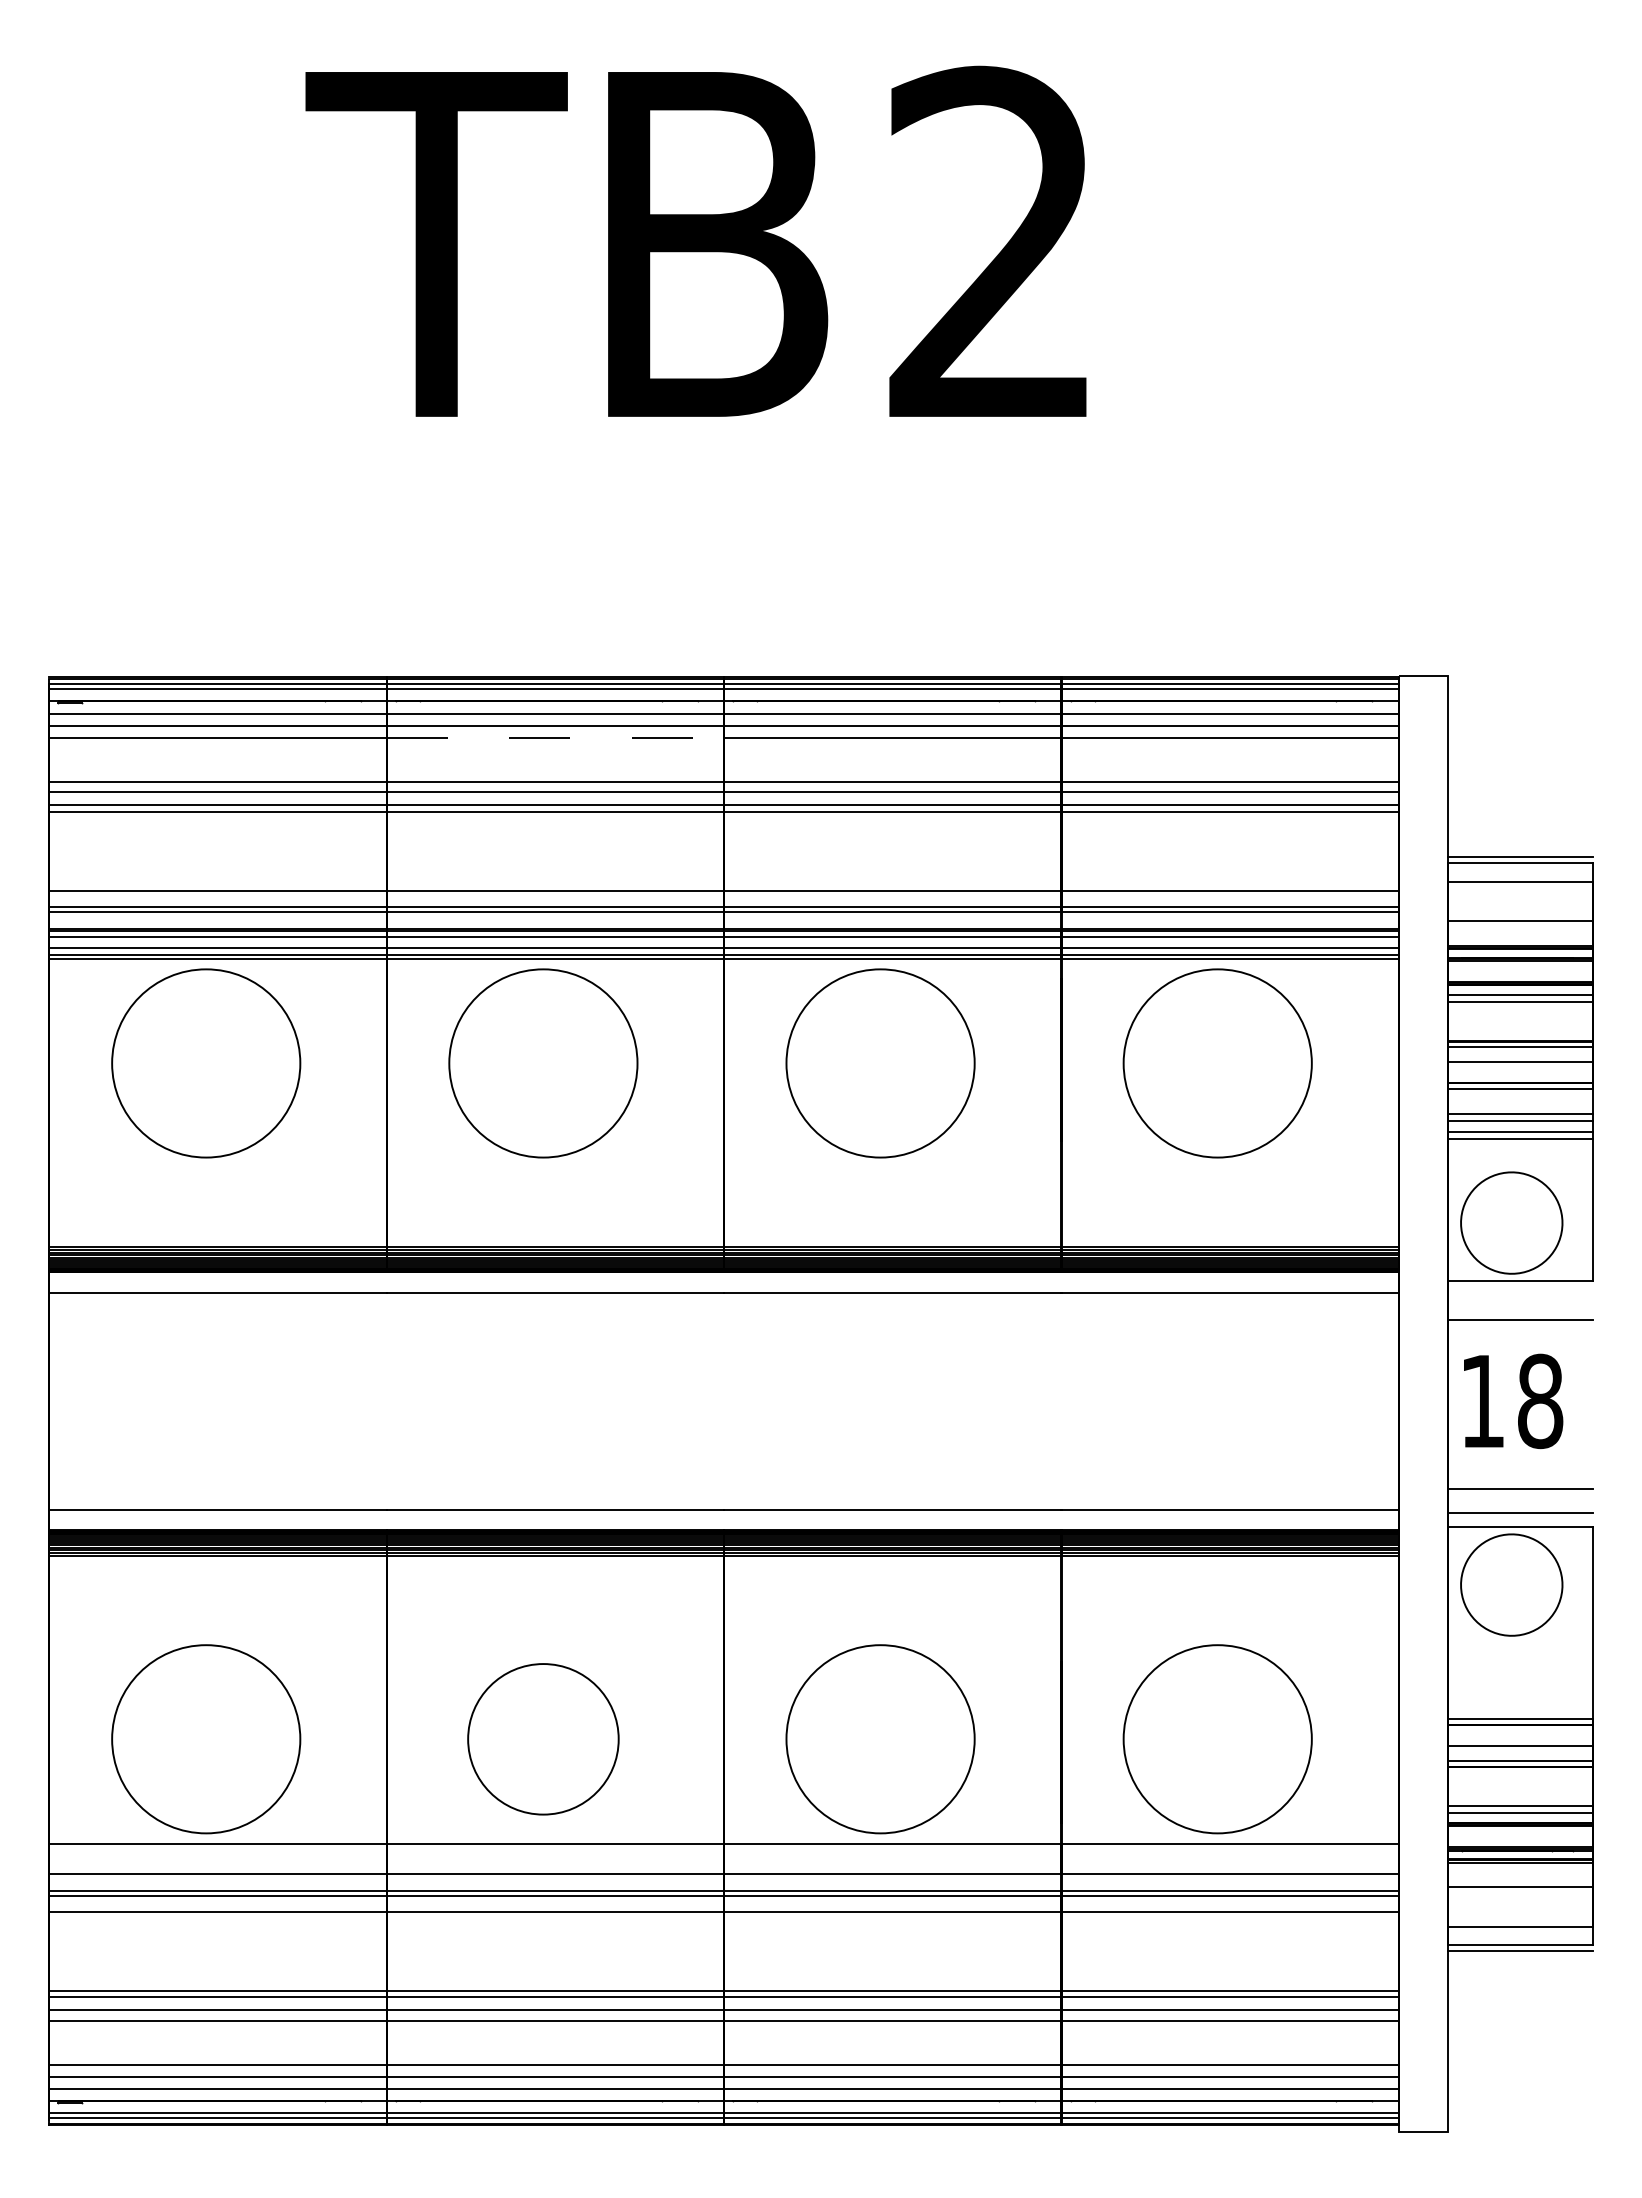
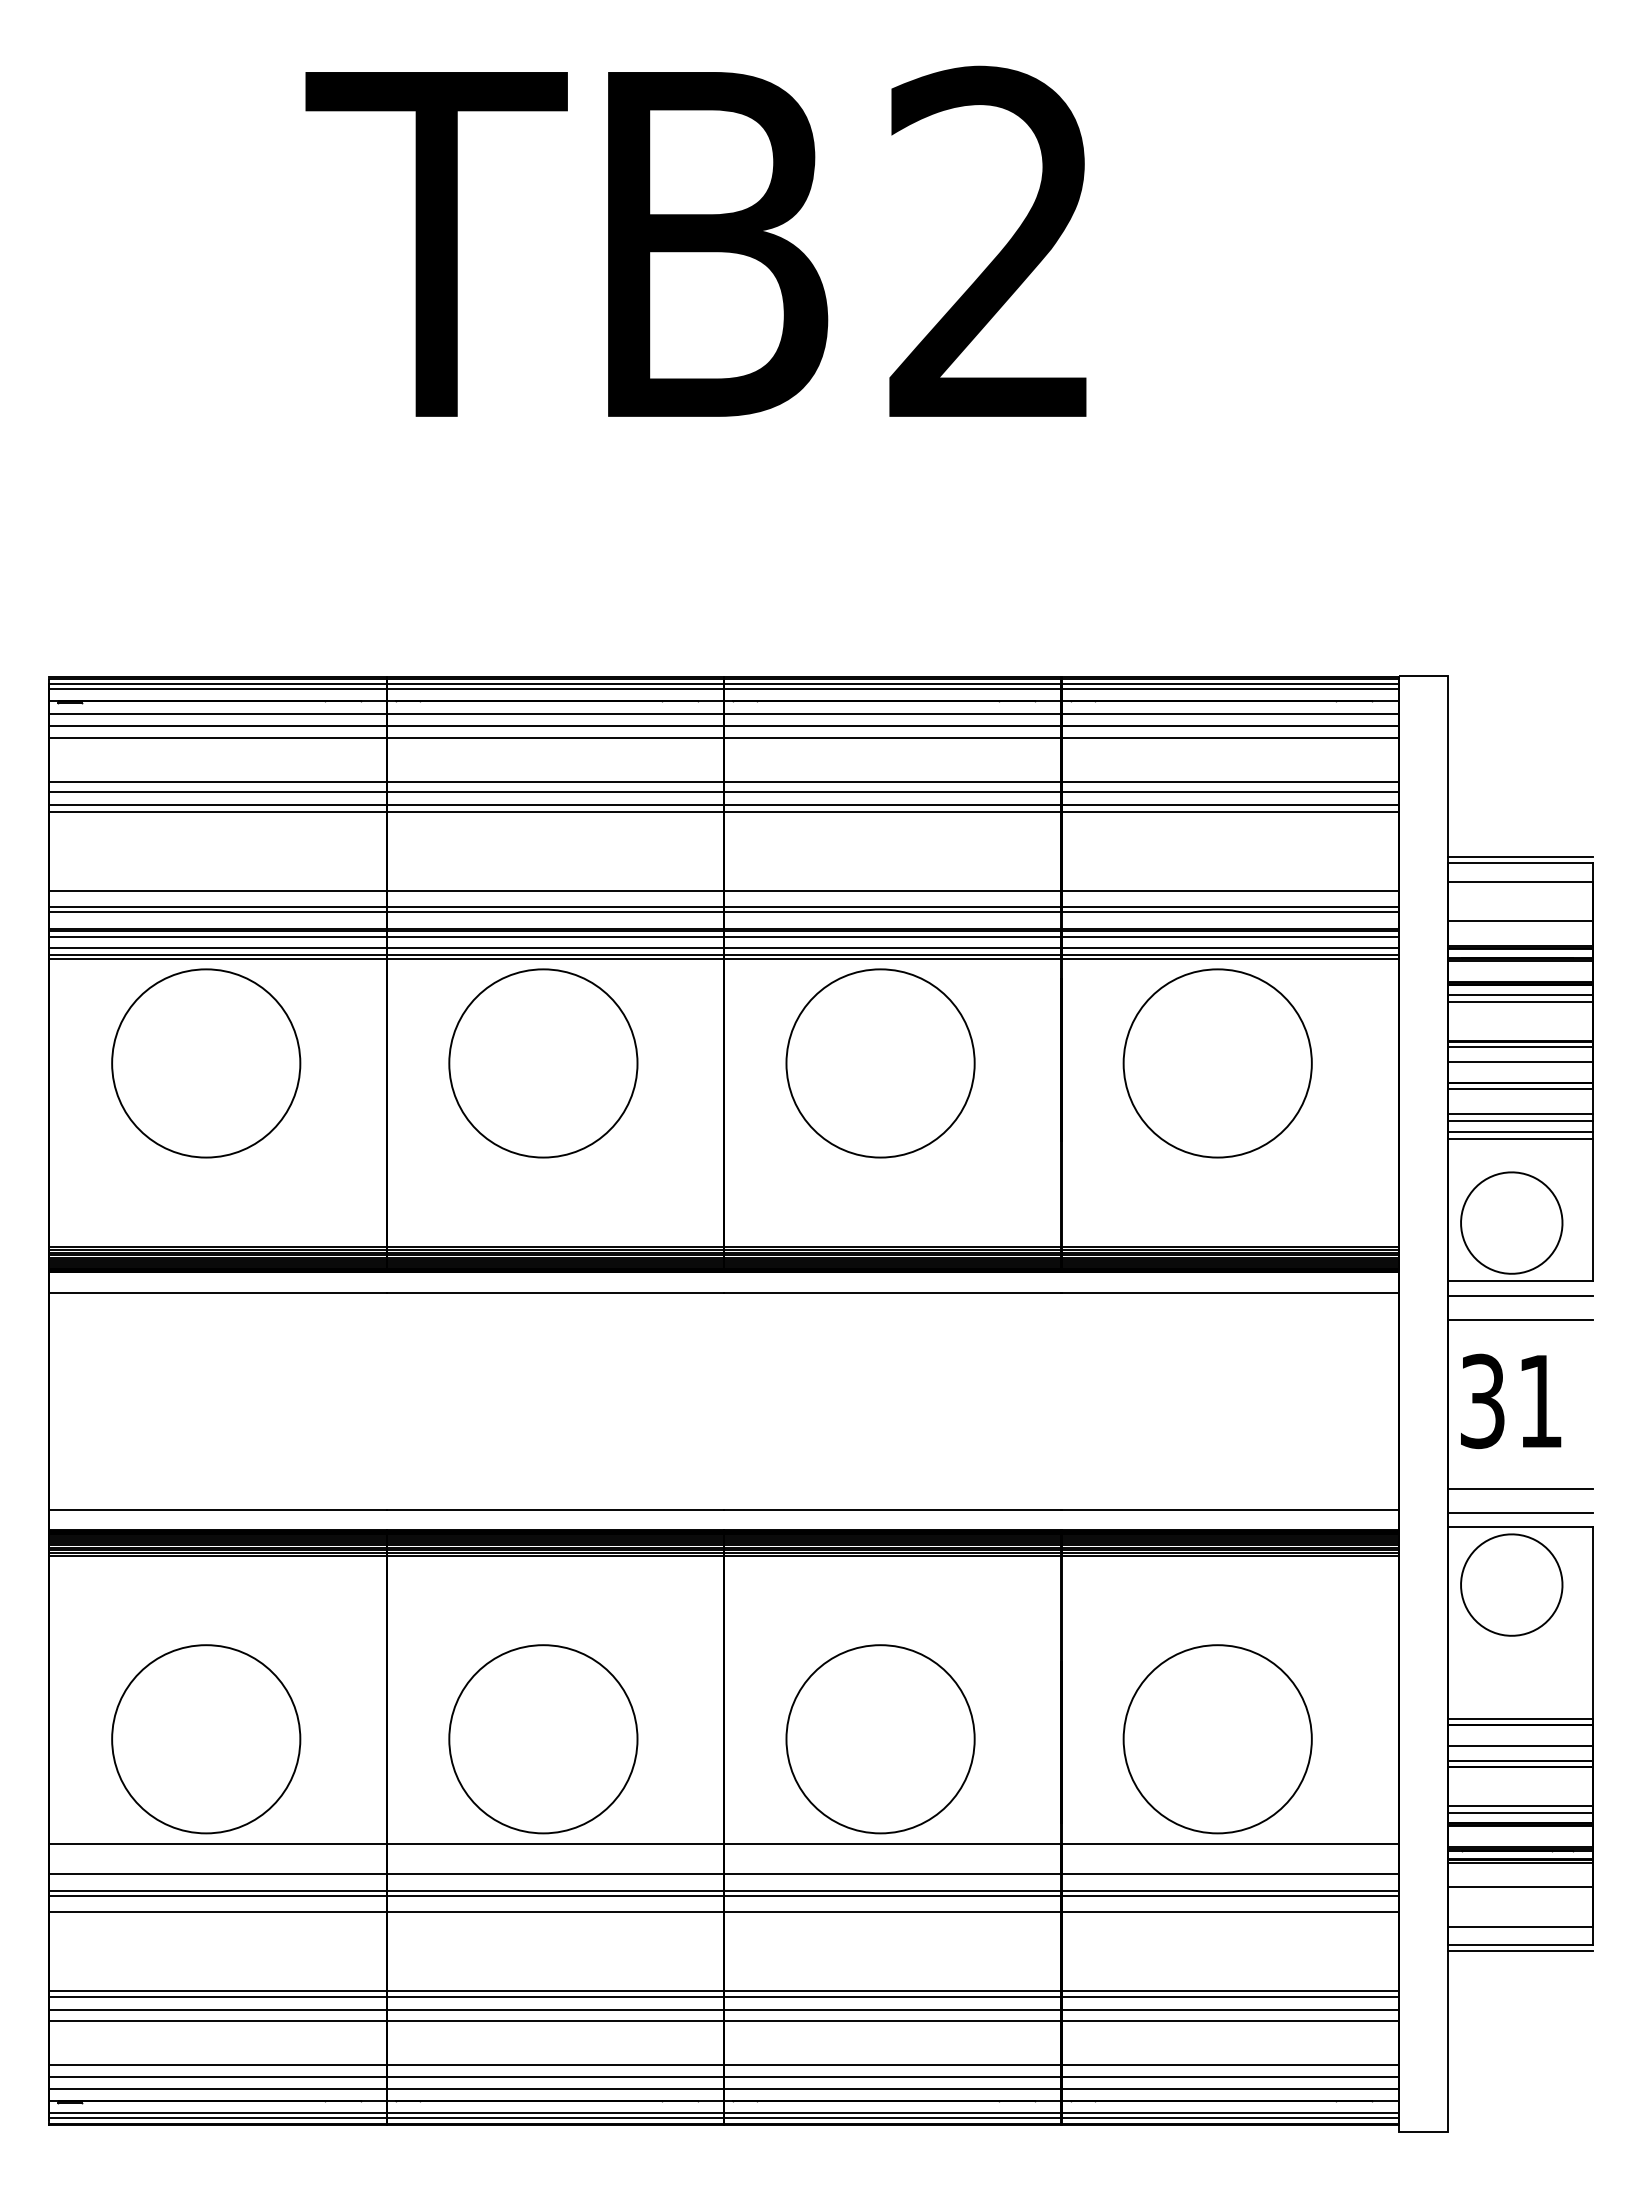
line at (555, 737): dashed -> solid
line at (1519, 1295): none -> present
text at (1512, 1401): 18 -> 31
circle at (543, 1739) size: 153x153 px -> 191x191 px
